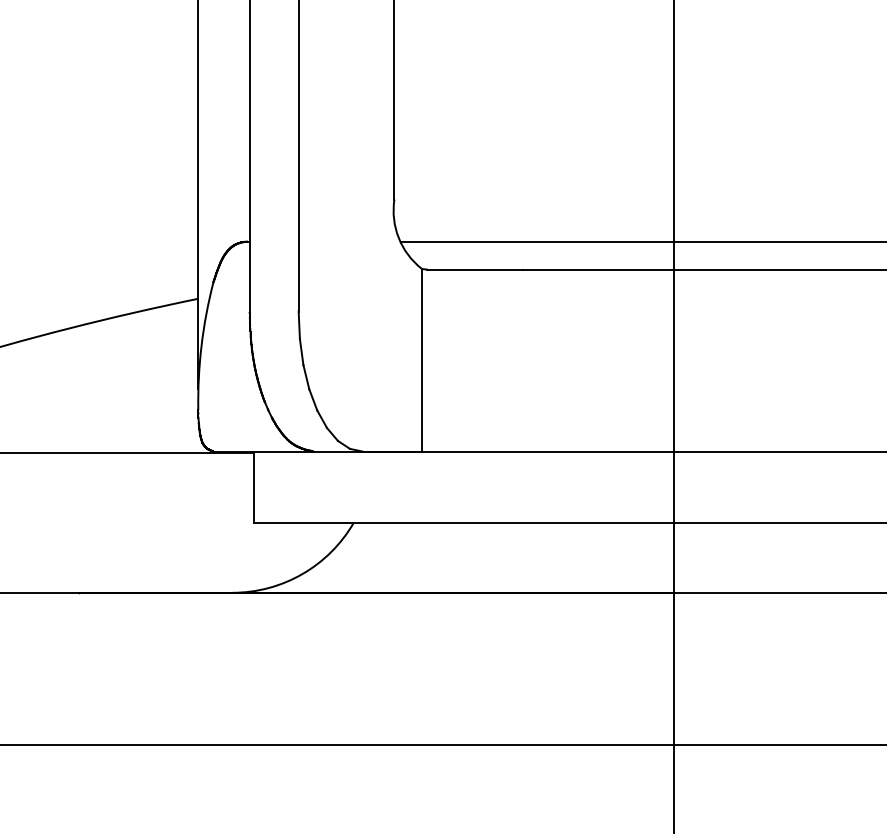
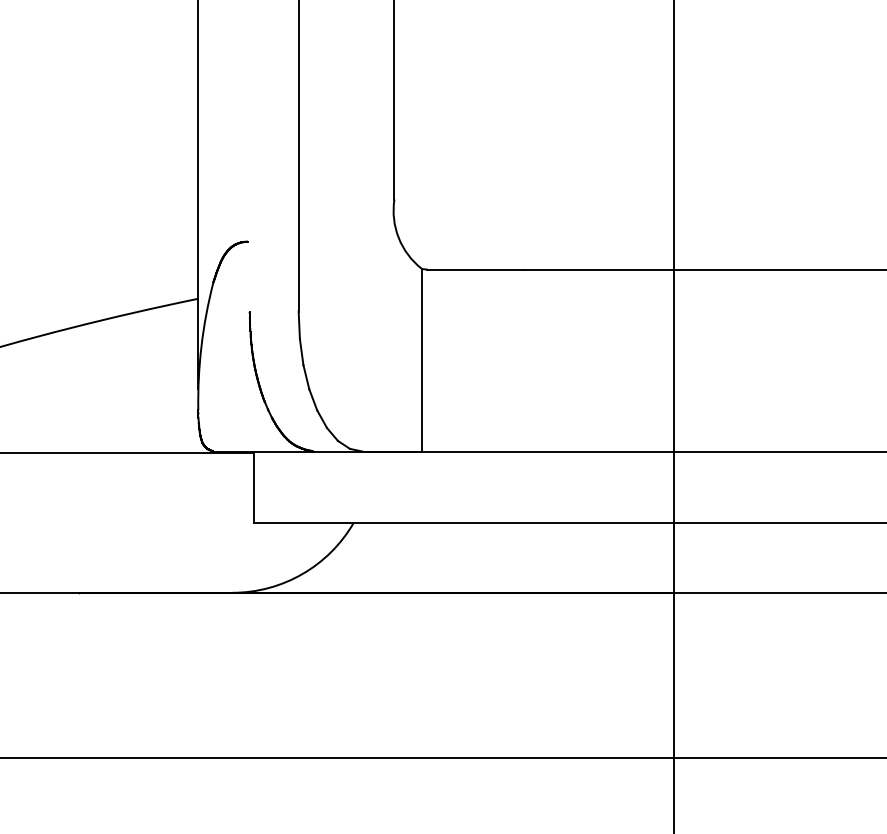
line at (249, 156): present -> none
line at (641, 241): present -> none
line at (442, 745) position: (442, 745) -> (442, 758)
